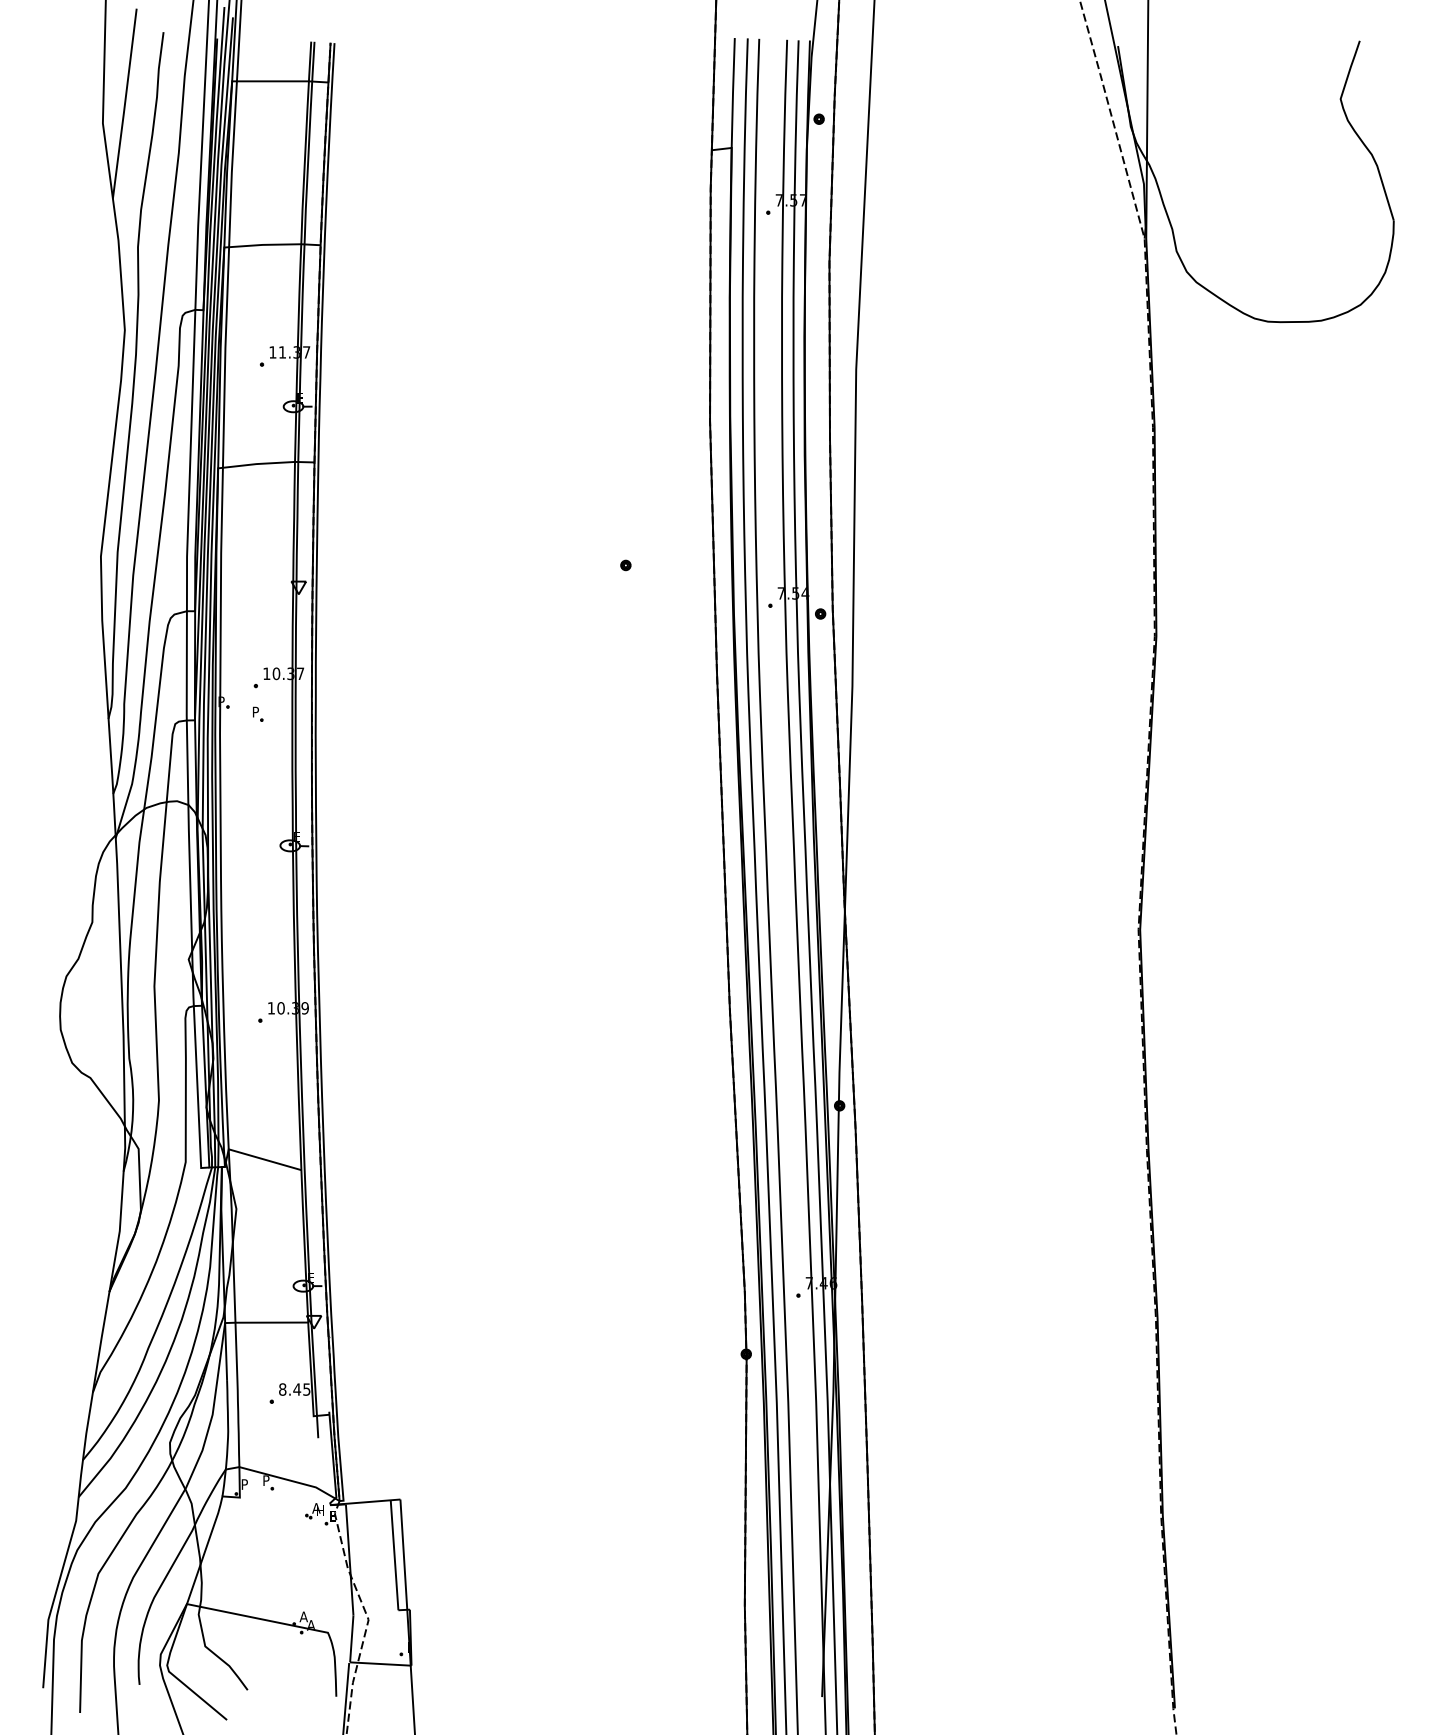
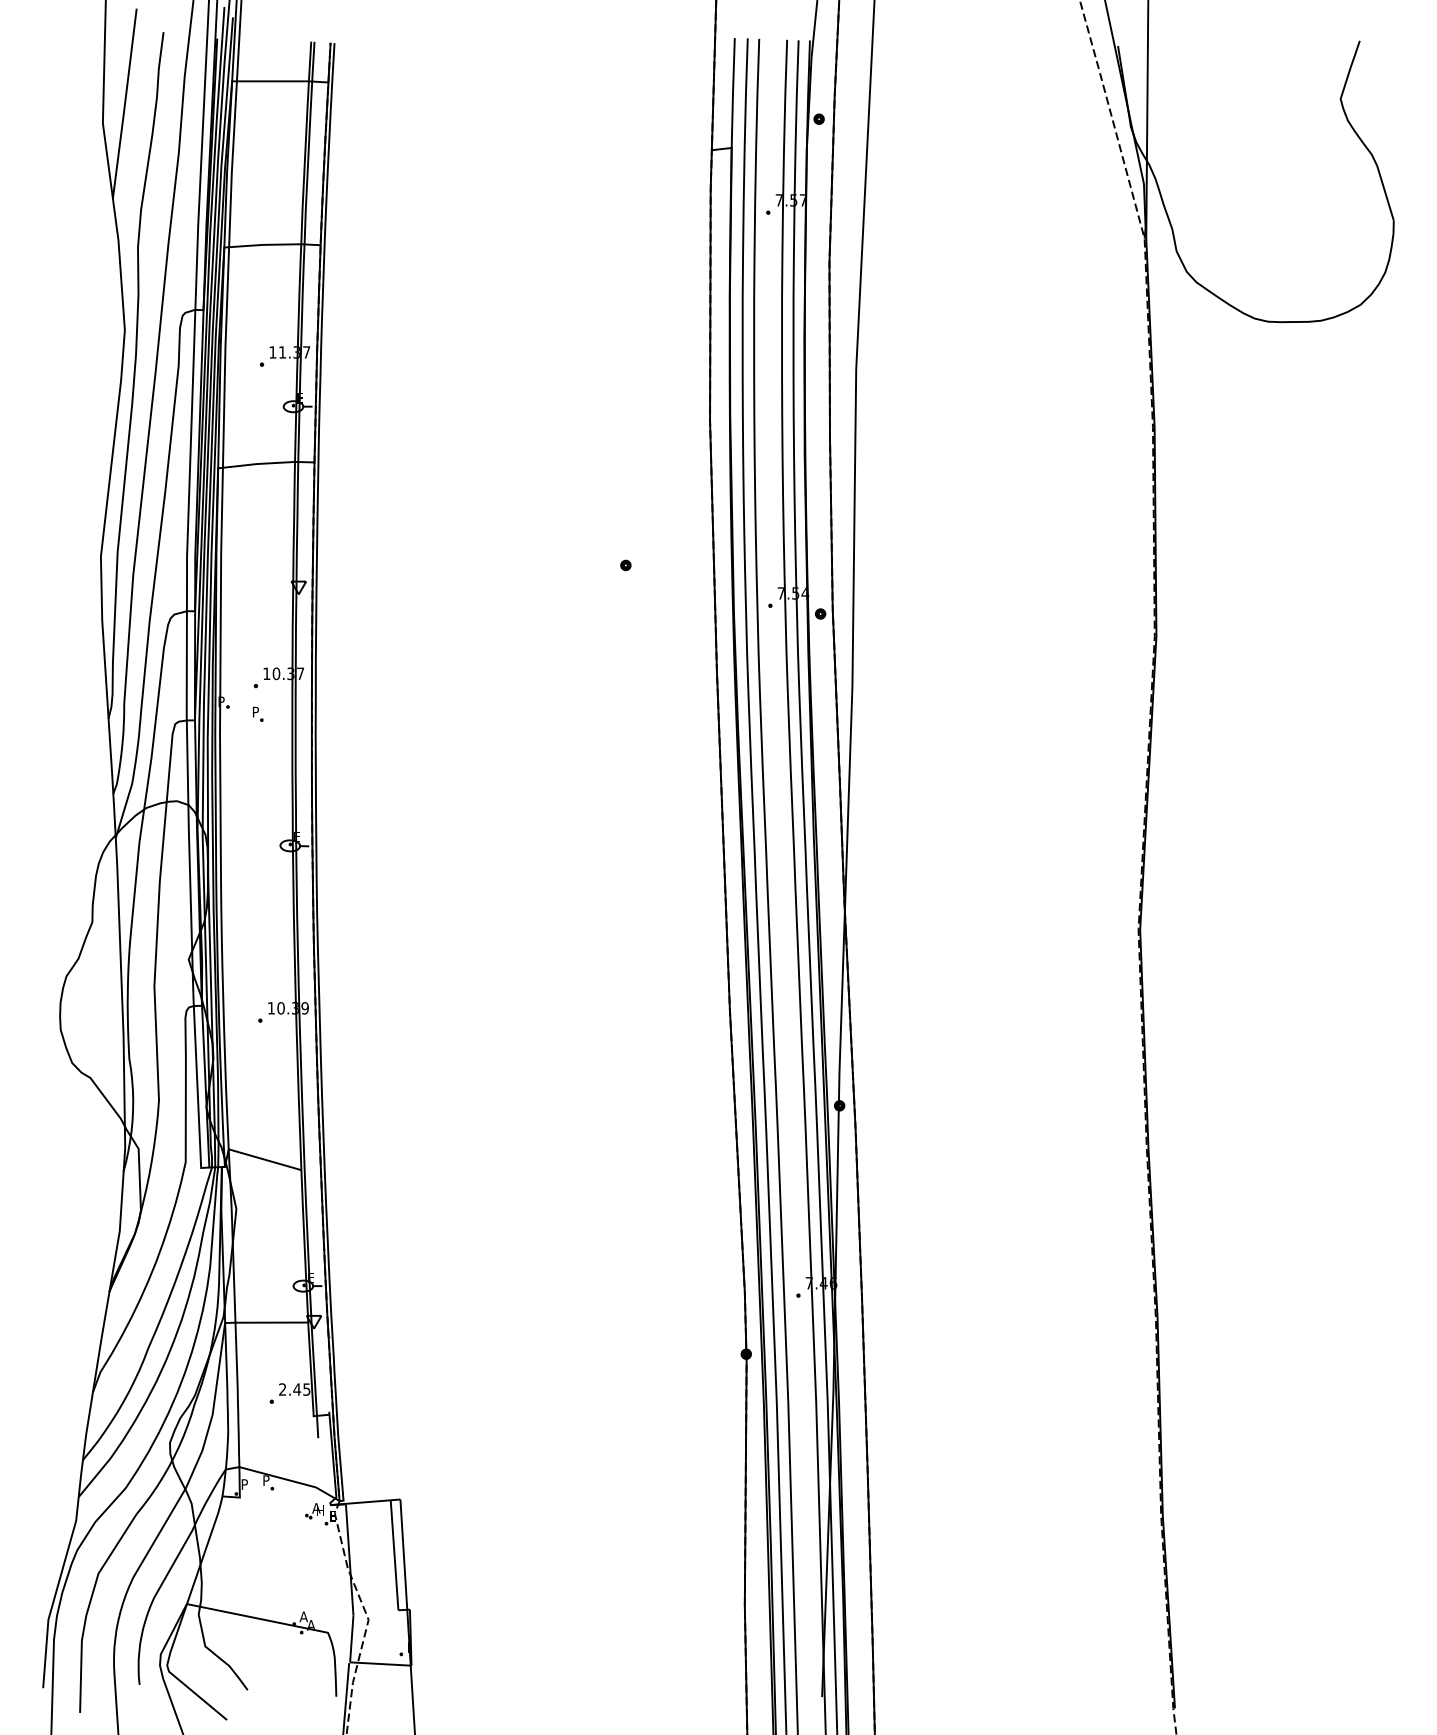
text at (282, 1389): 8.45 -> 2.45
